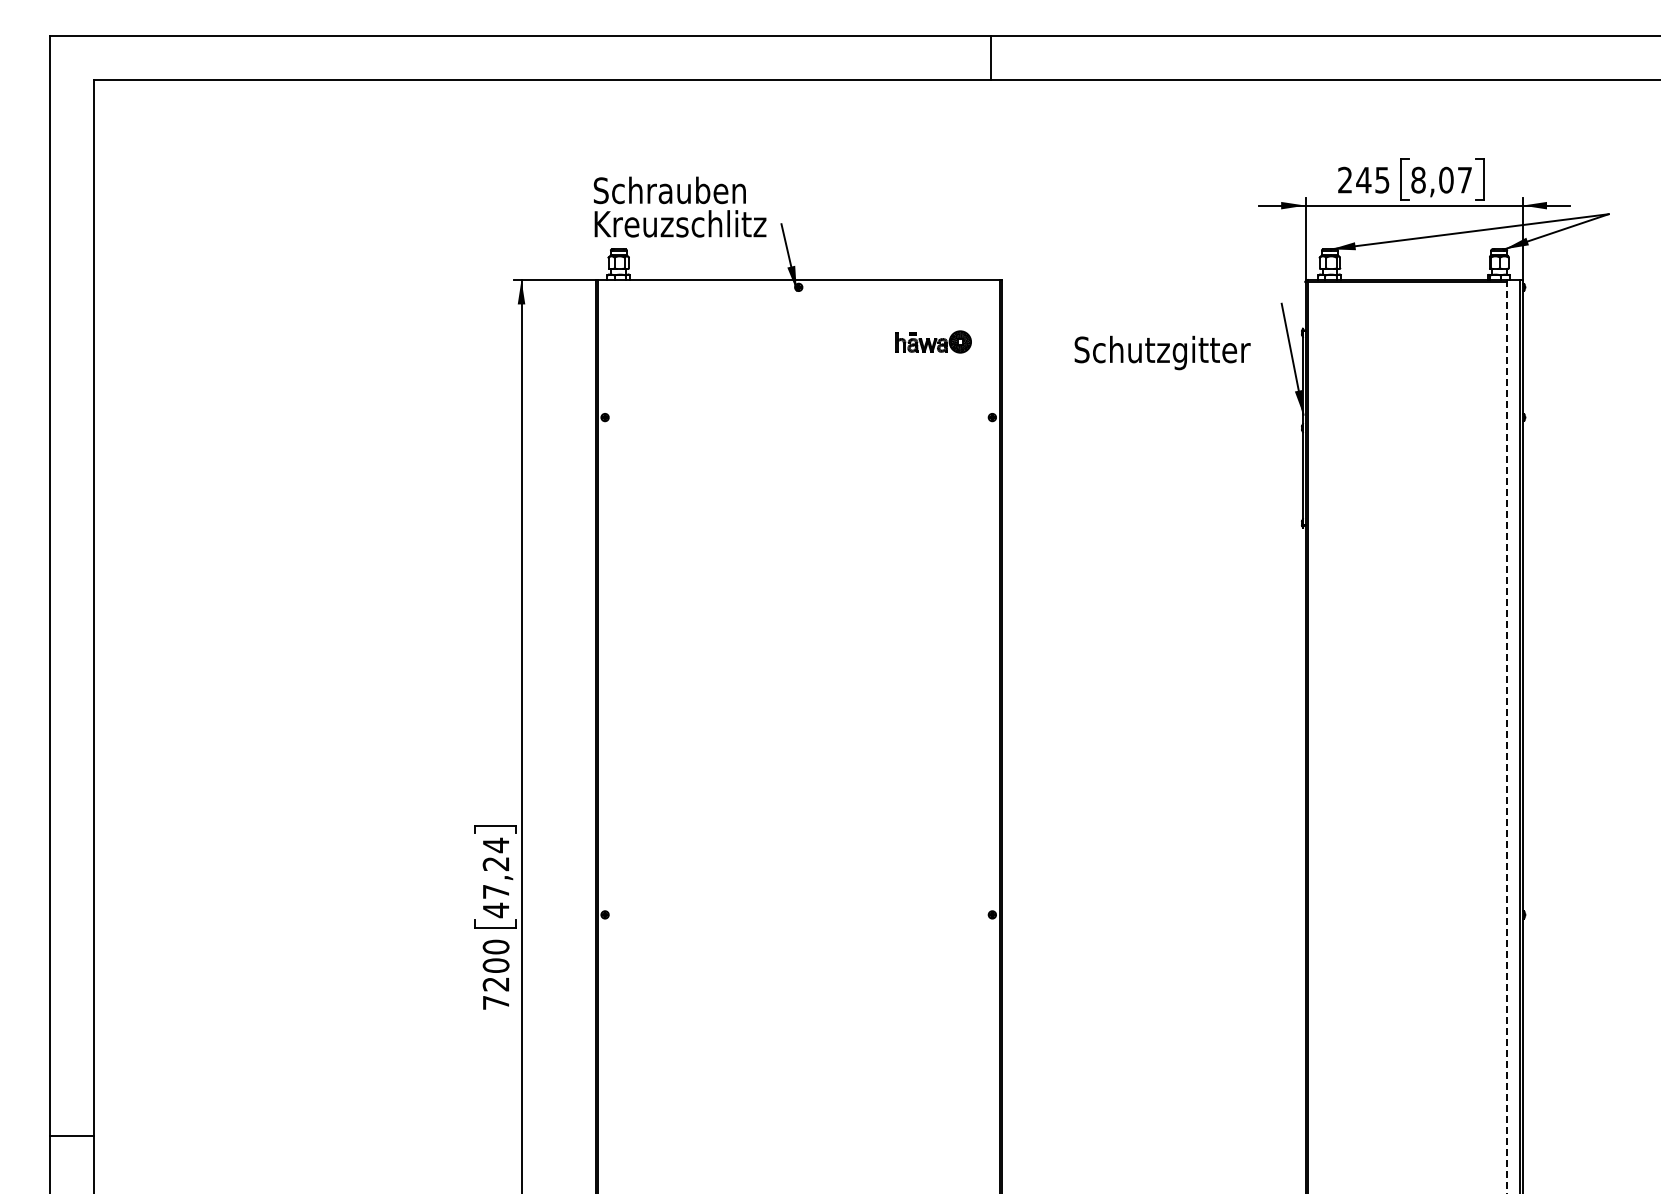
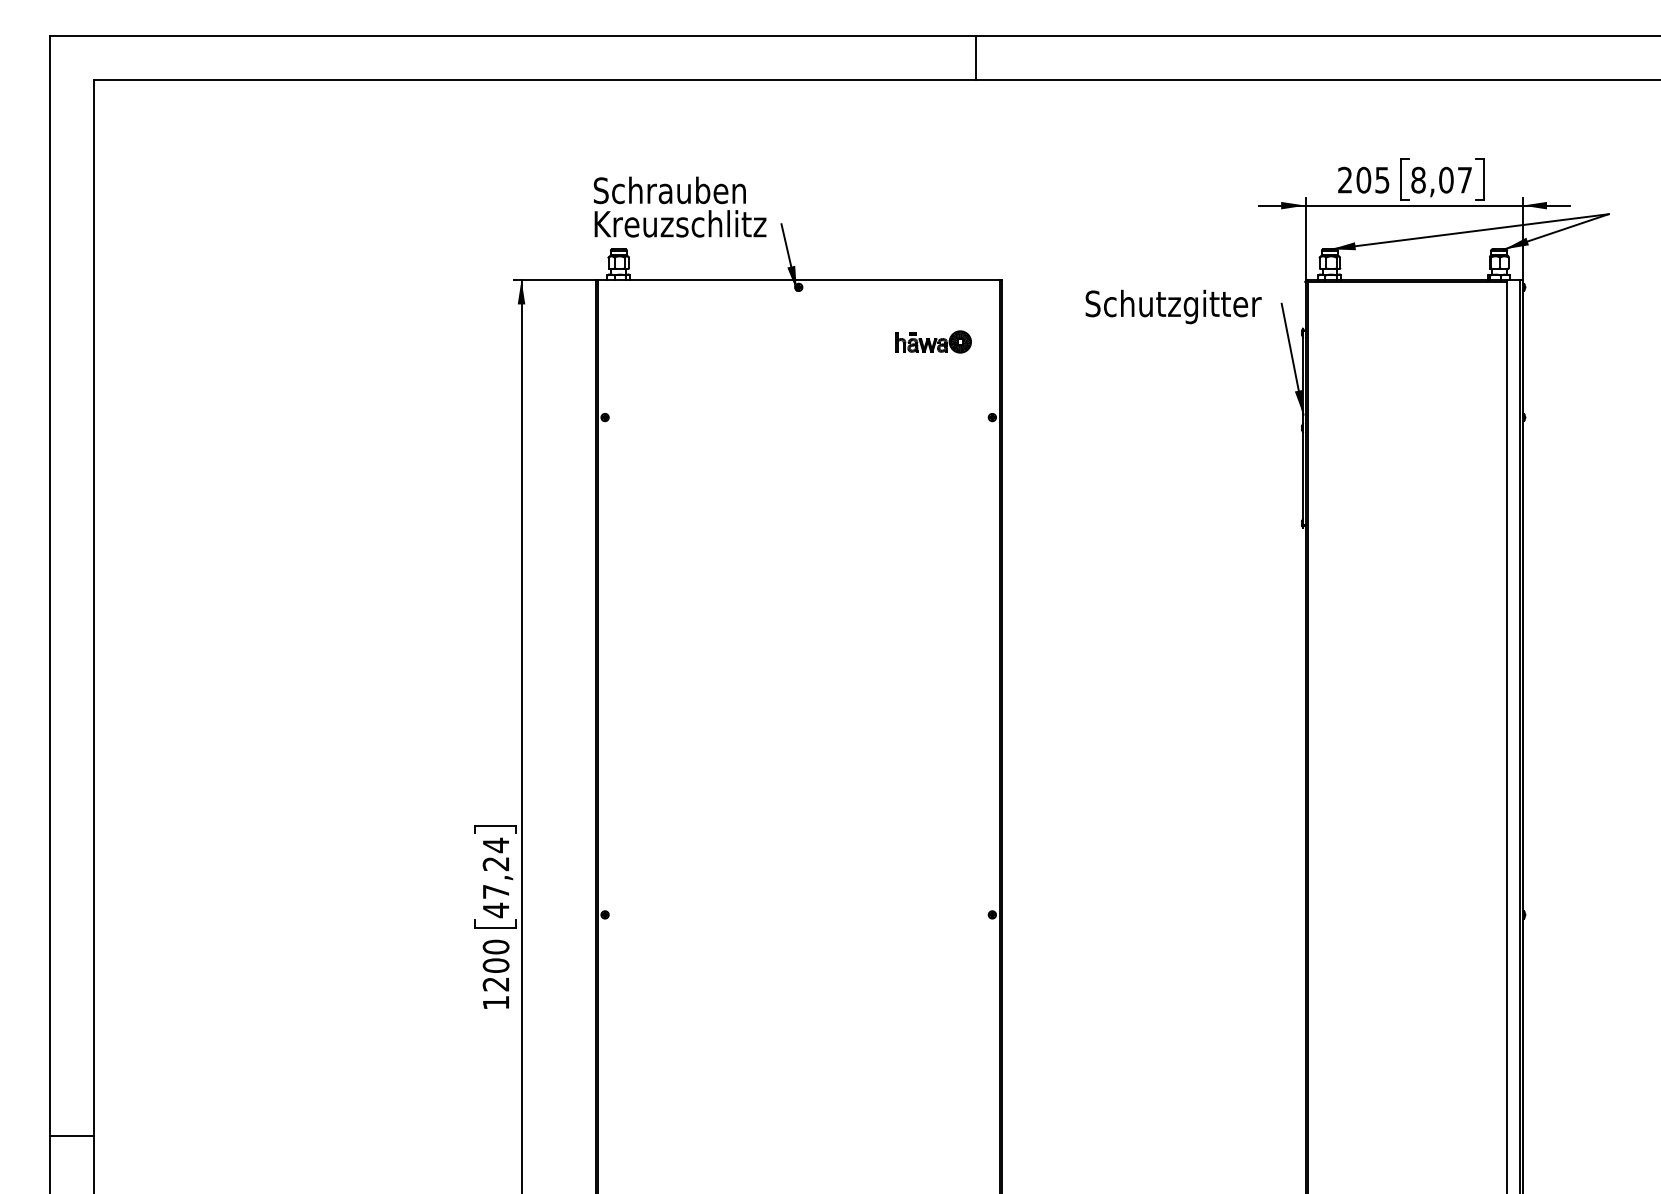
line at (990, 58) position: (990, 58) -> (975, 58)
text at (1363, 179): 245 -> 205
text at (1162, 352) position: (1162, 352) -> (1173, 306)
line at (1506, 736): dashed -> solid
text at (495, 1002): 7200 -> 1200
